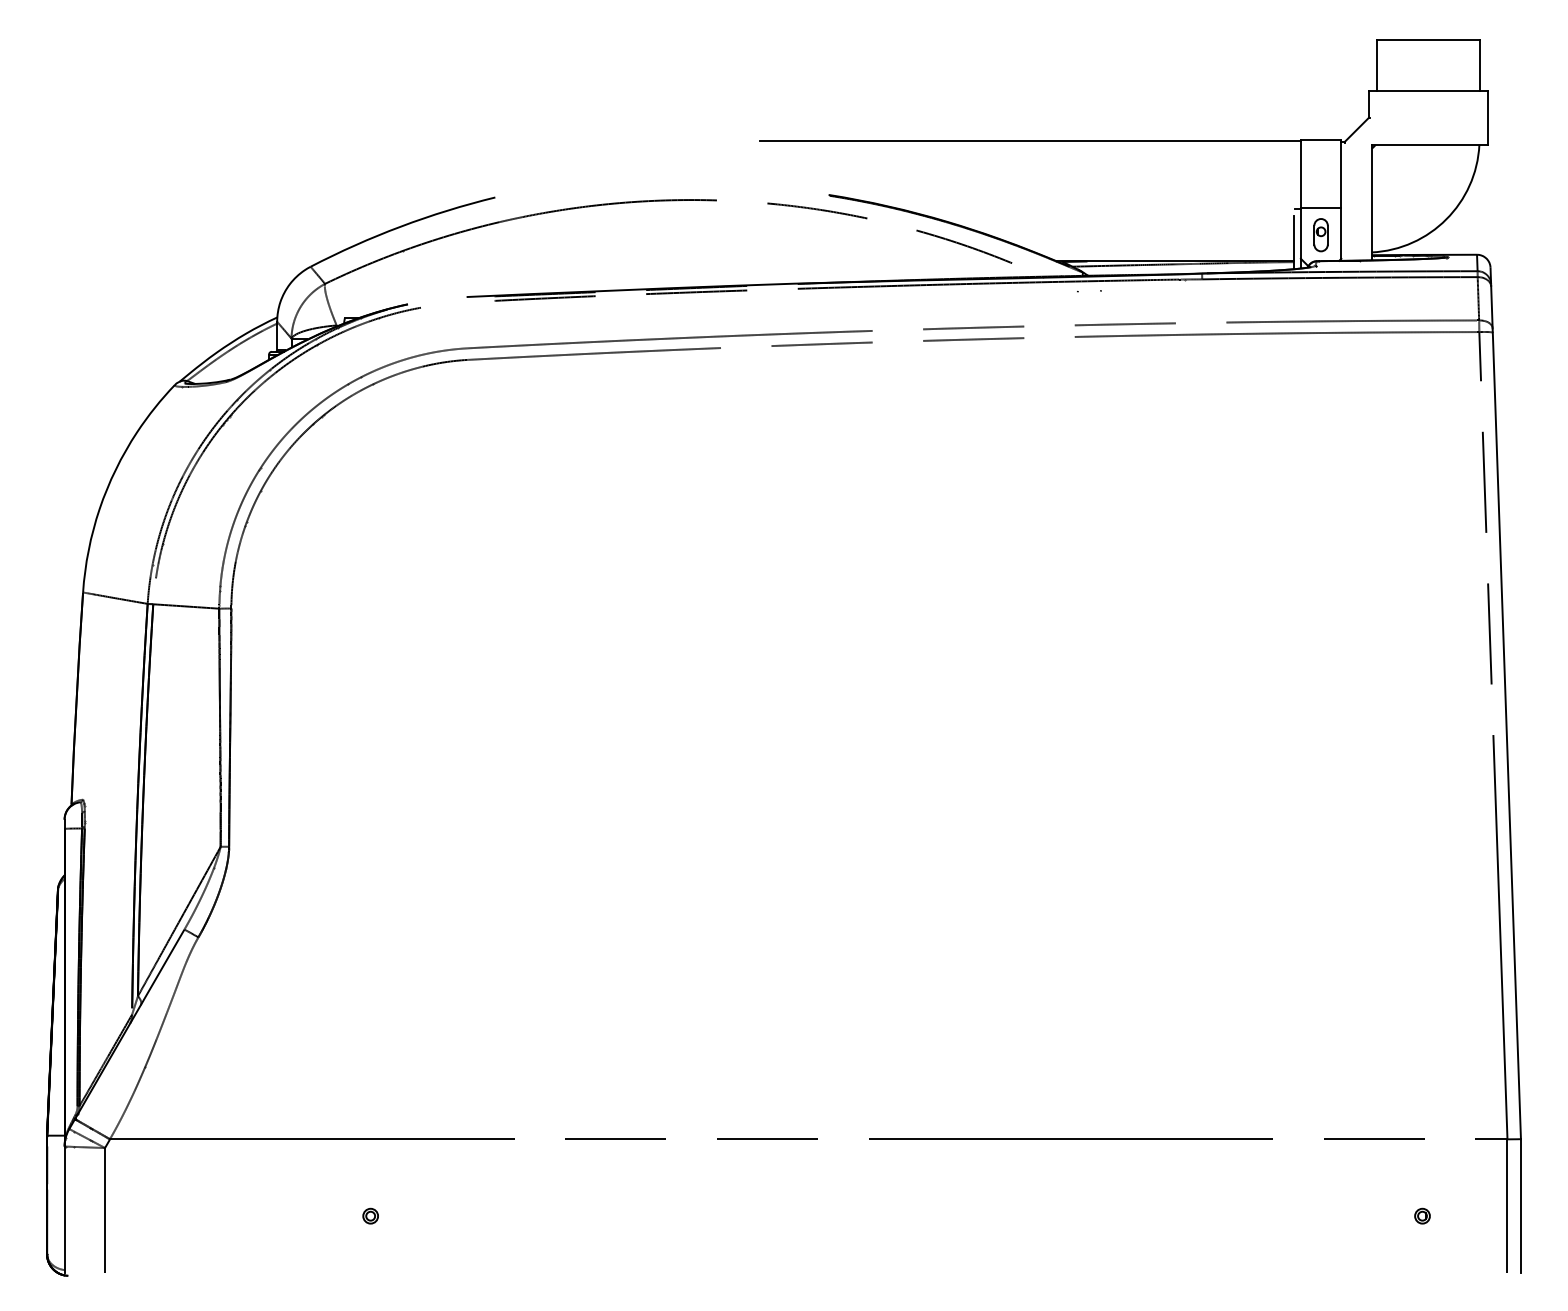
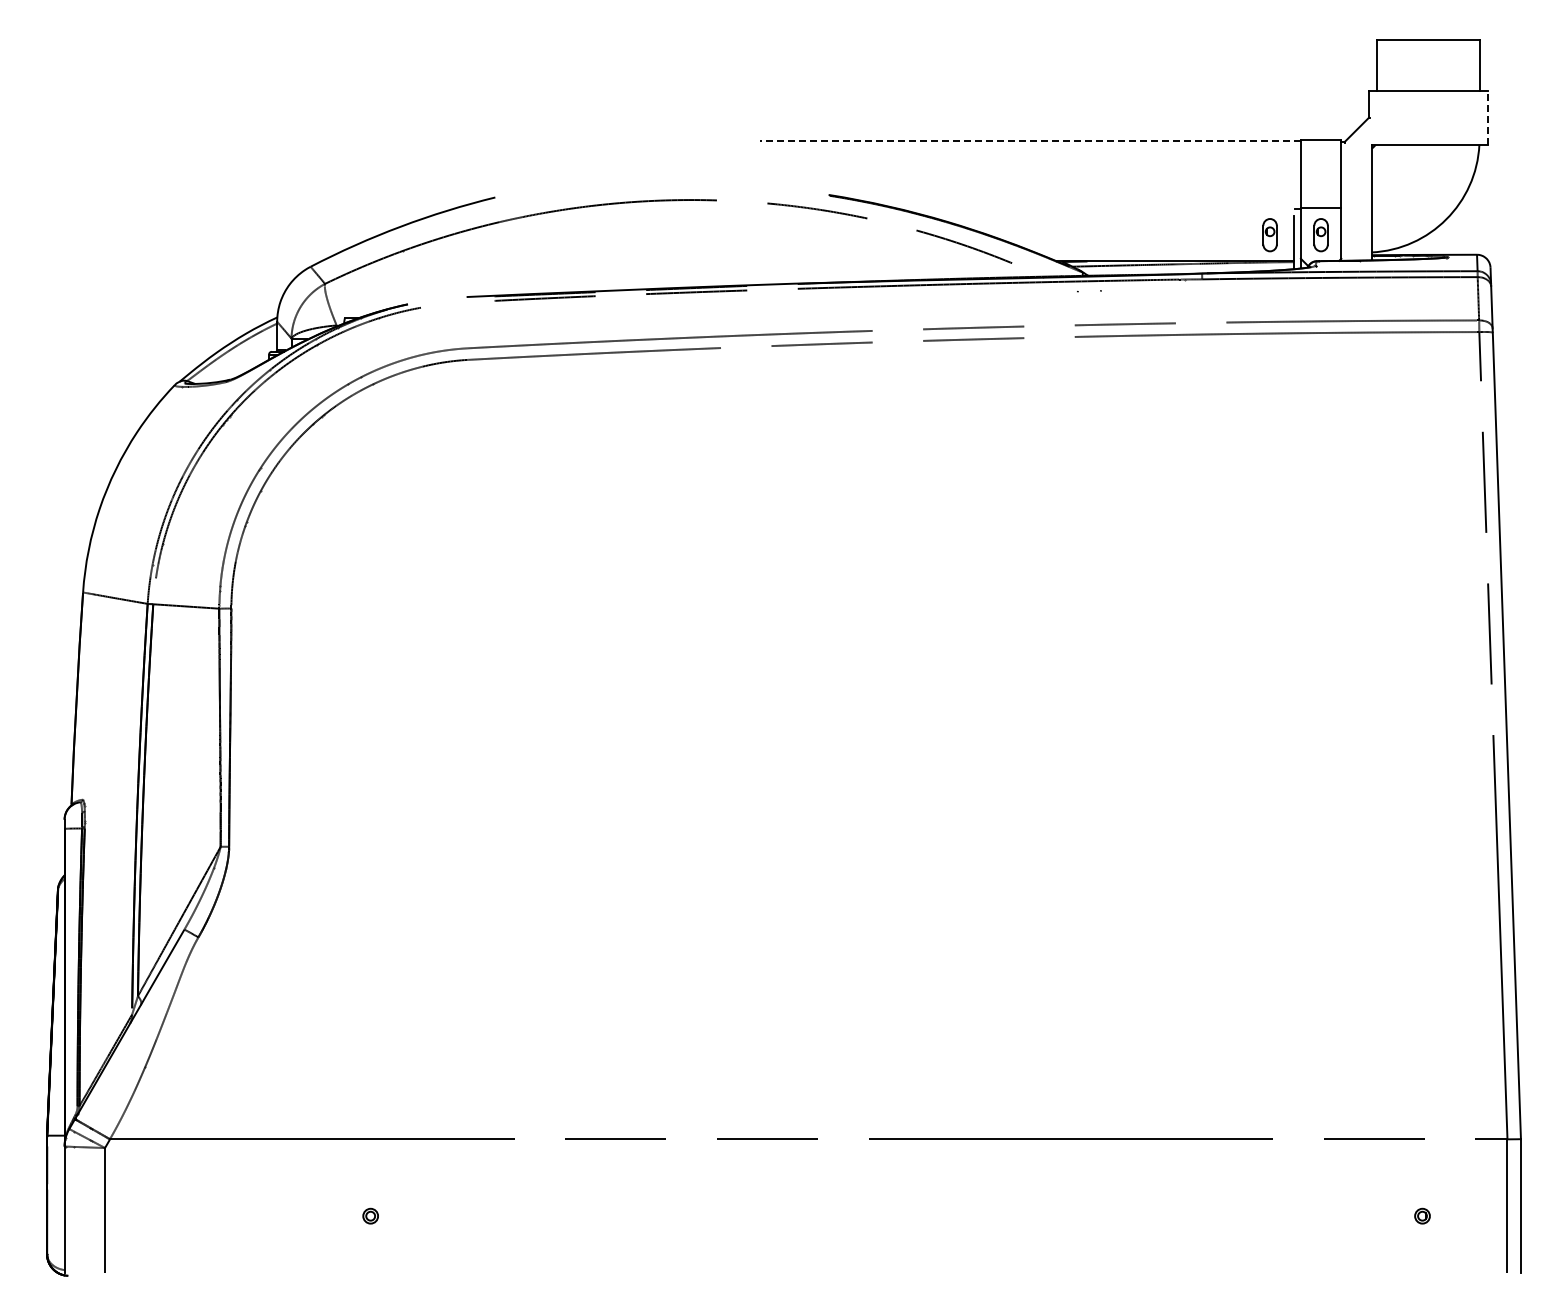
line at (1487, 117): solid -> dashed
line at (1030, 141): solid -> dashed
part at (1269, 235): none -> present
